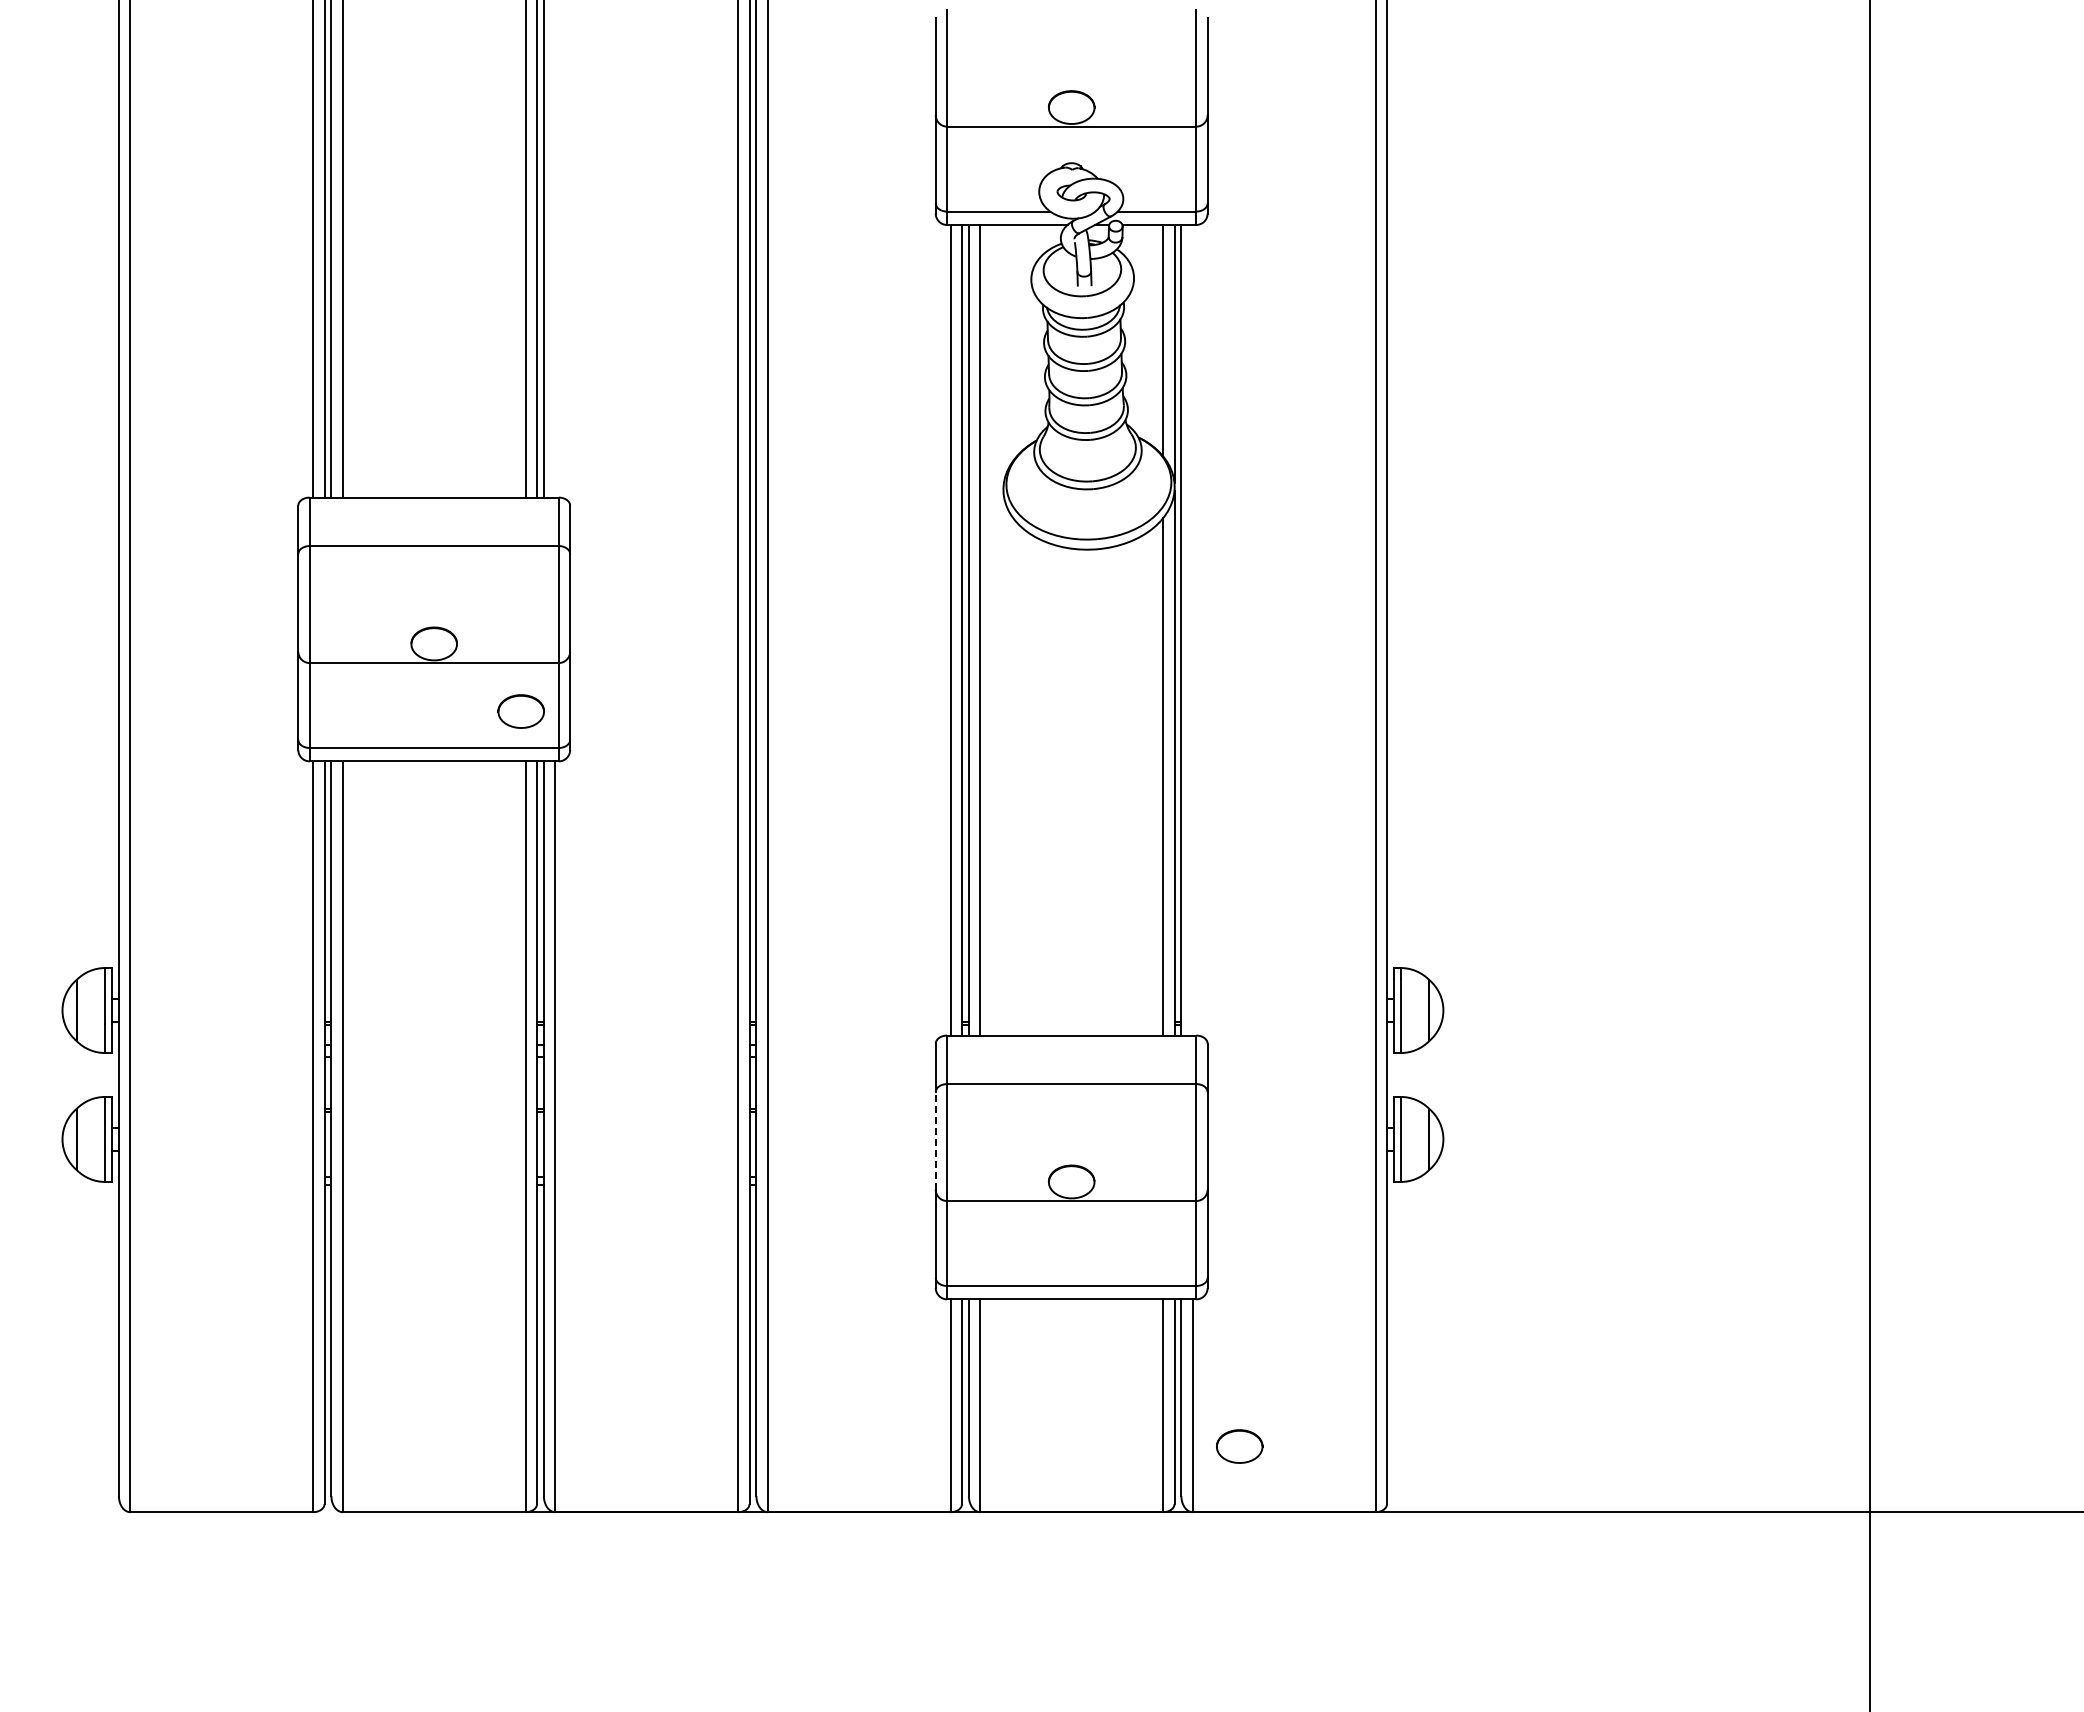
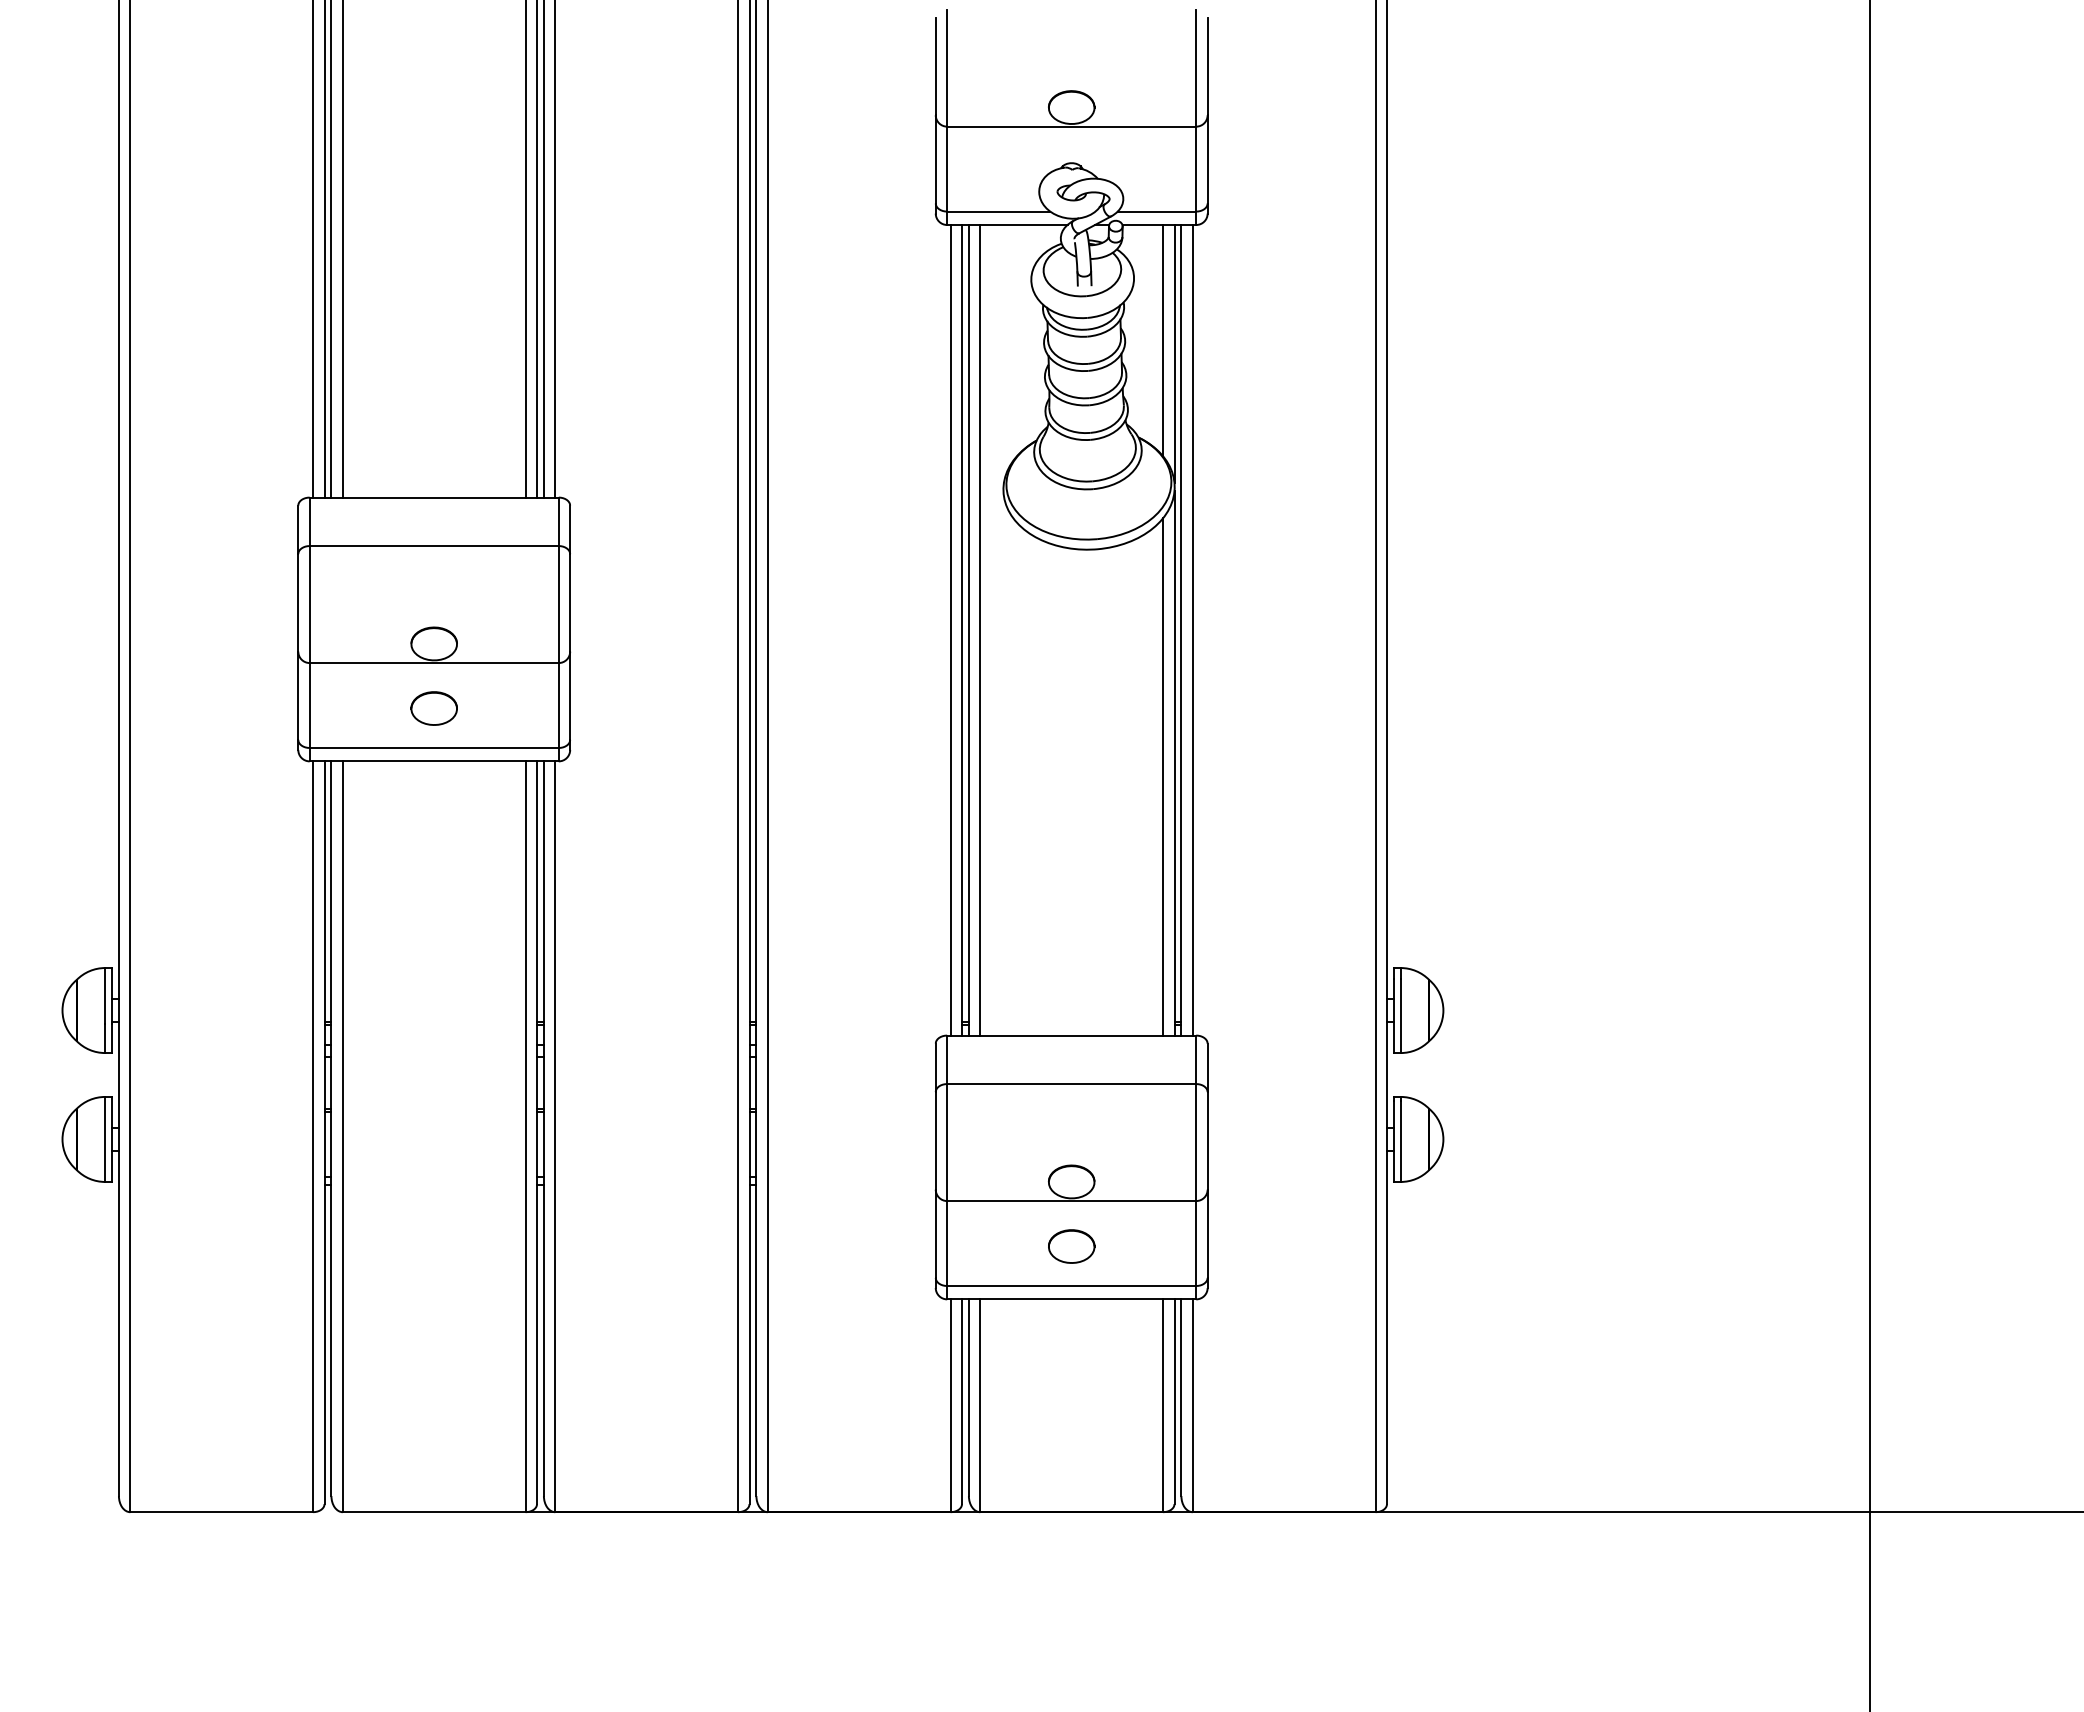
line at (555, 249): none -> present
line at (1192, 630): none -> present
part at (520, 711) position: (520, 711) -> (433, 708)
line at (935, 1140): dashed -> solid
part at (1239, 1446) position: (1239, 1446) -> (1071, 1246)
